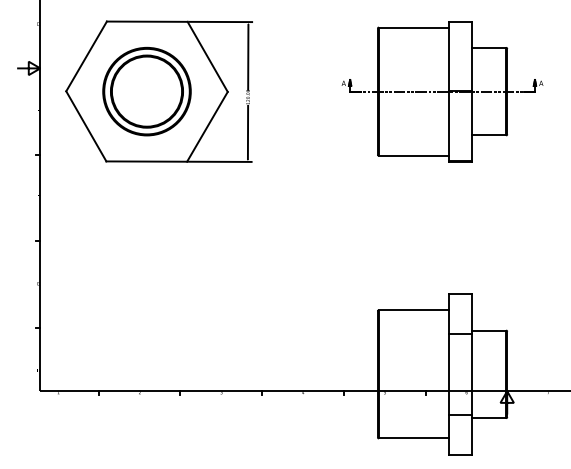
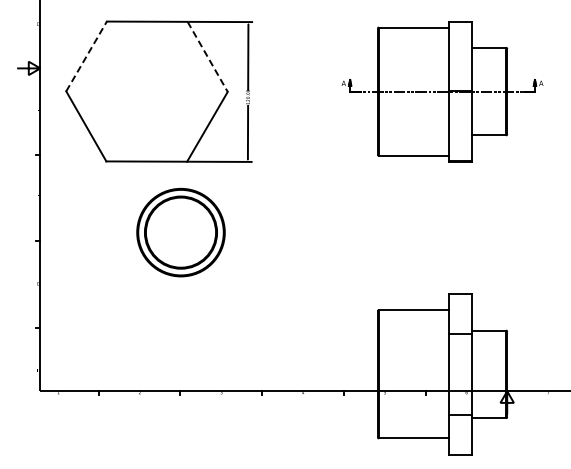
line at (86, 56): solid -> dashed
line at (207, 57): solid -> dashed
part at (146, 91) position: (146, 91) -> (180, 232)
